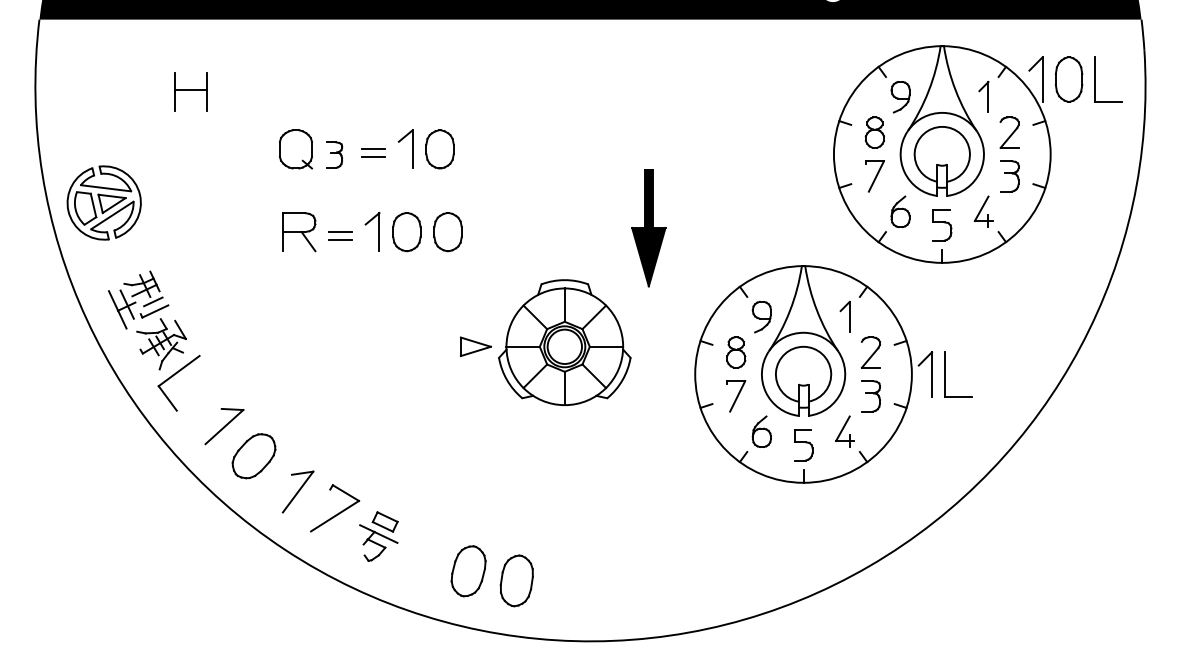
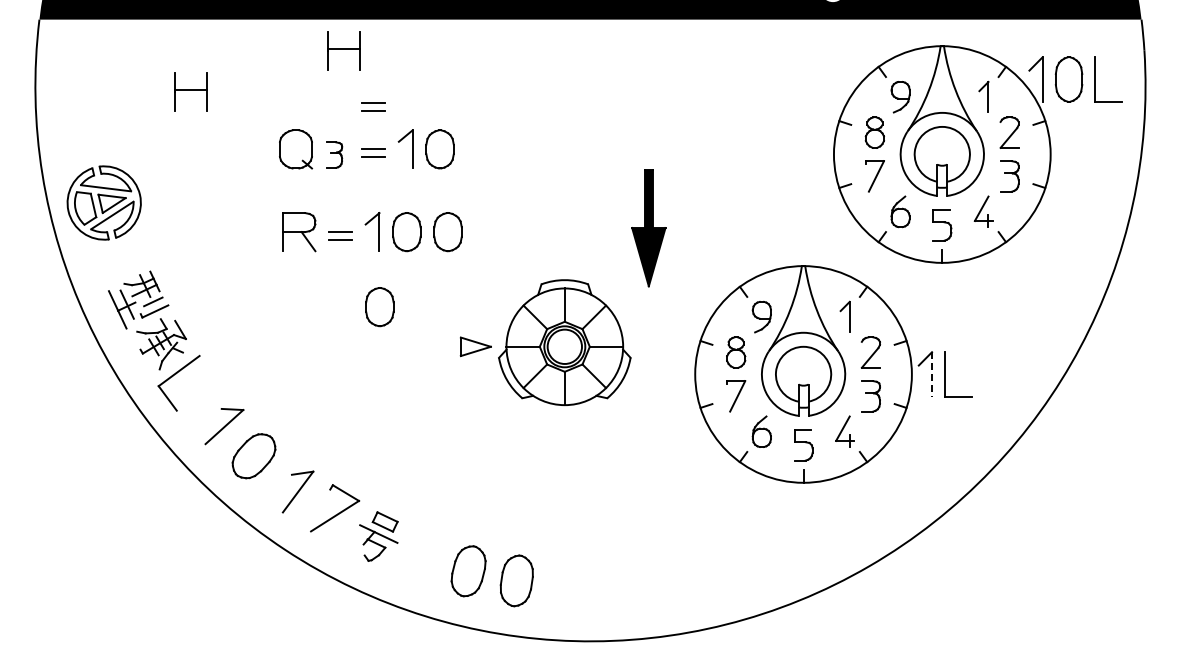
part at (343, 50): none -> present
part at (373, 106): none -> present
part at (379, 307): none -> present
line at (932, 374): solid -> dashed
